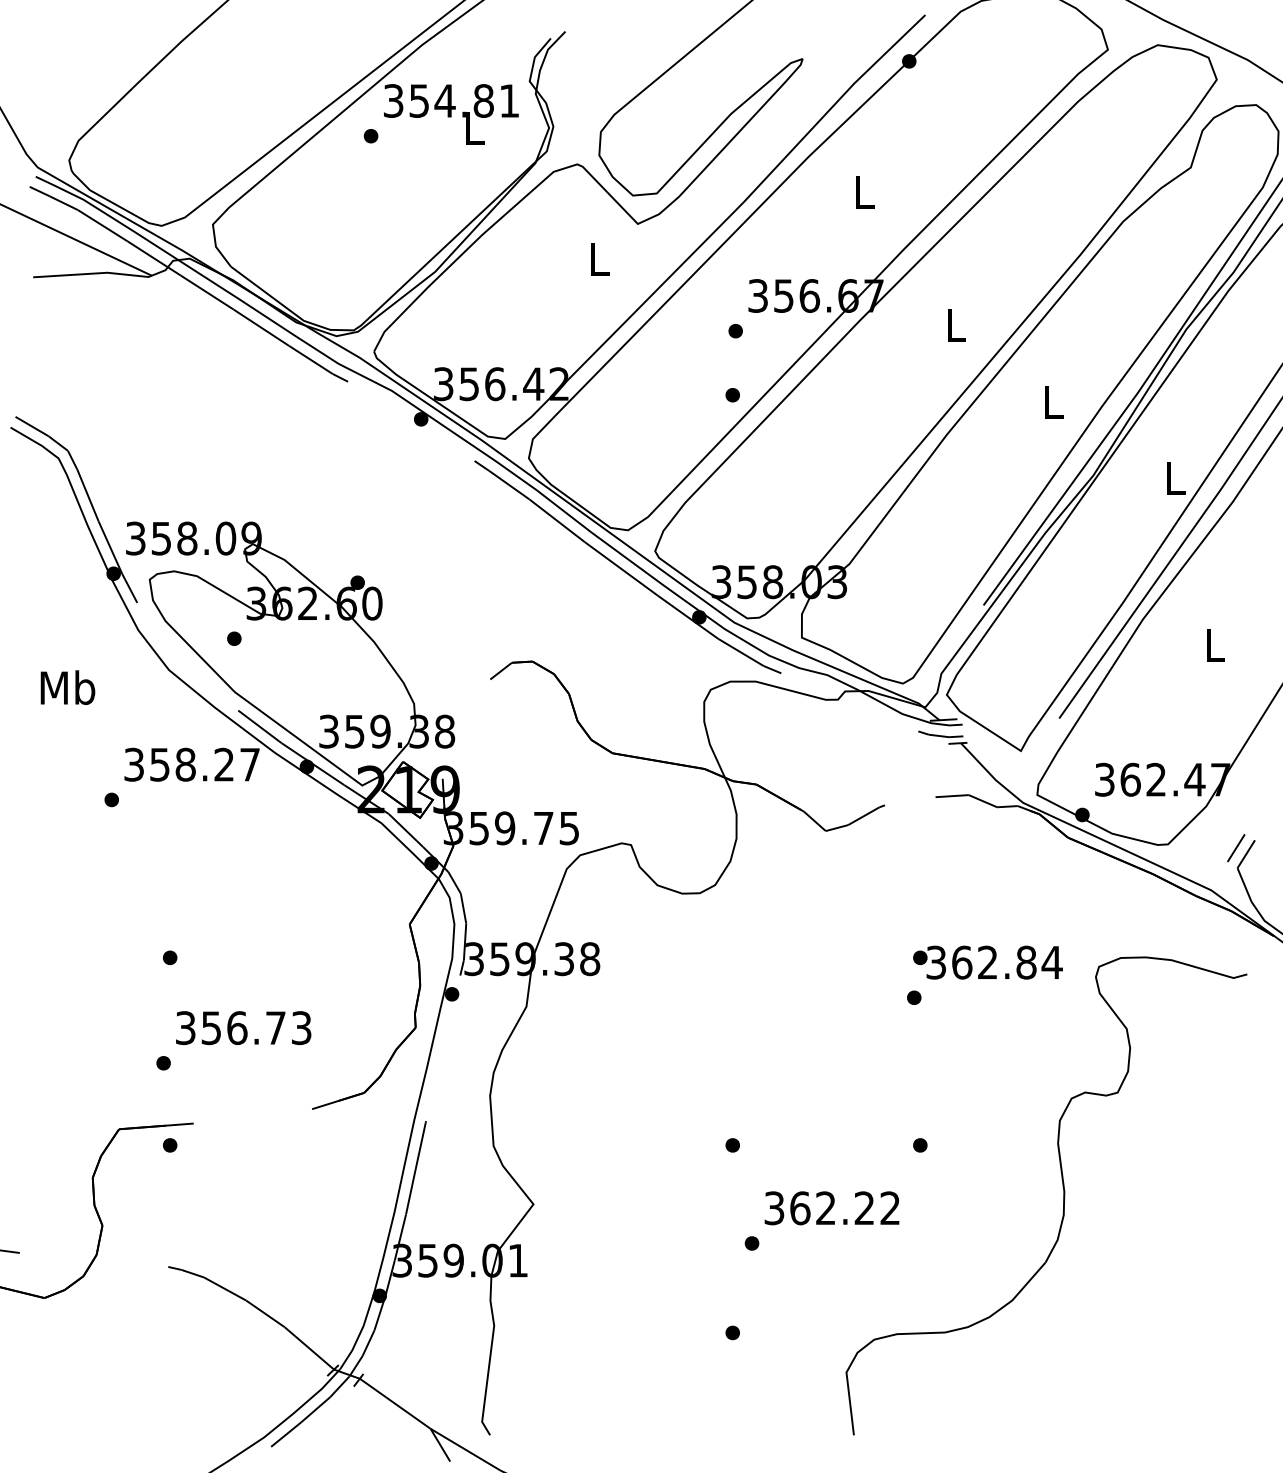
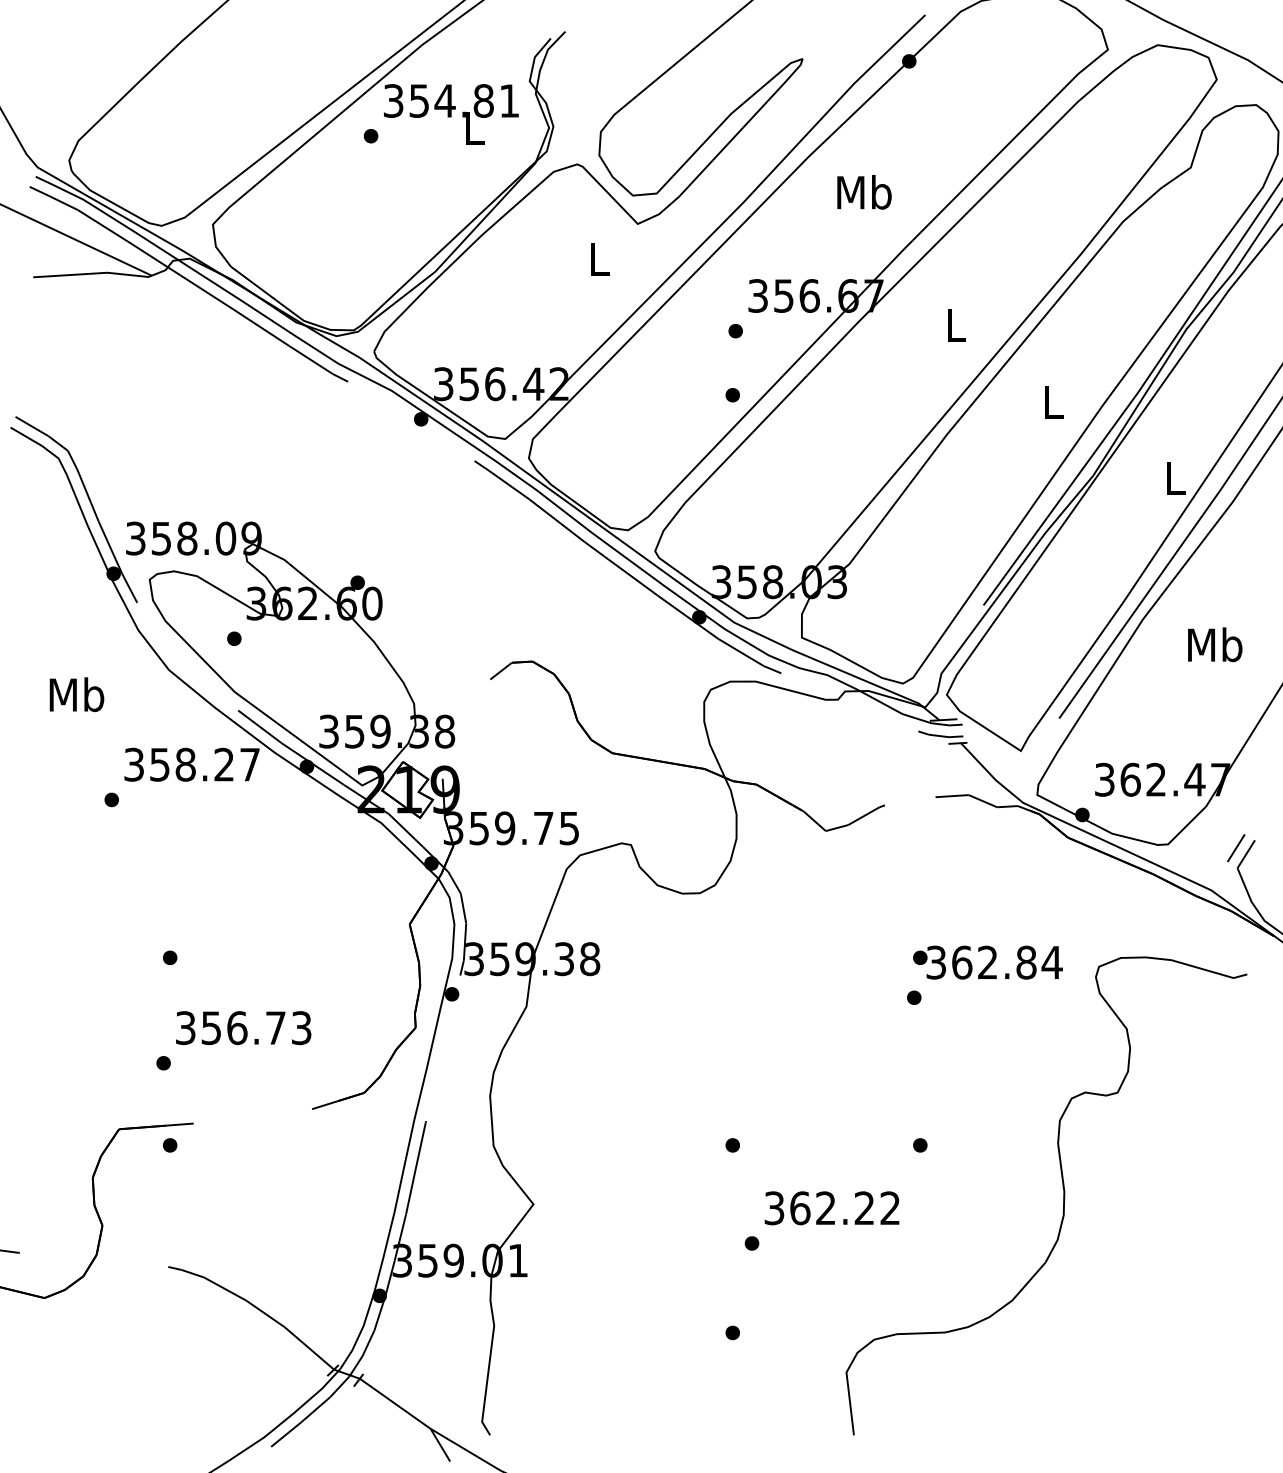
text at (864, 192): L -> Mb
text at (1215, 644): L -> Mb
text at (67, 687) position: (67, 687) -> (76, 694)
